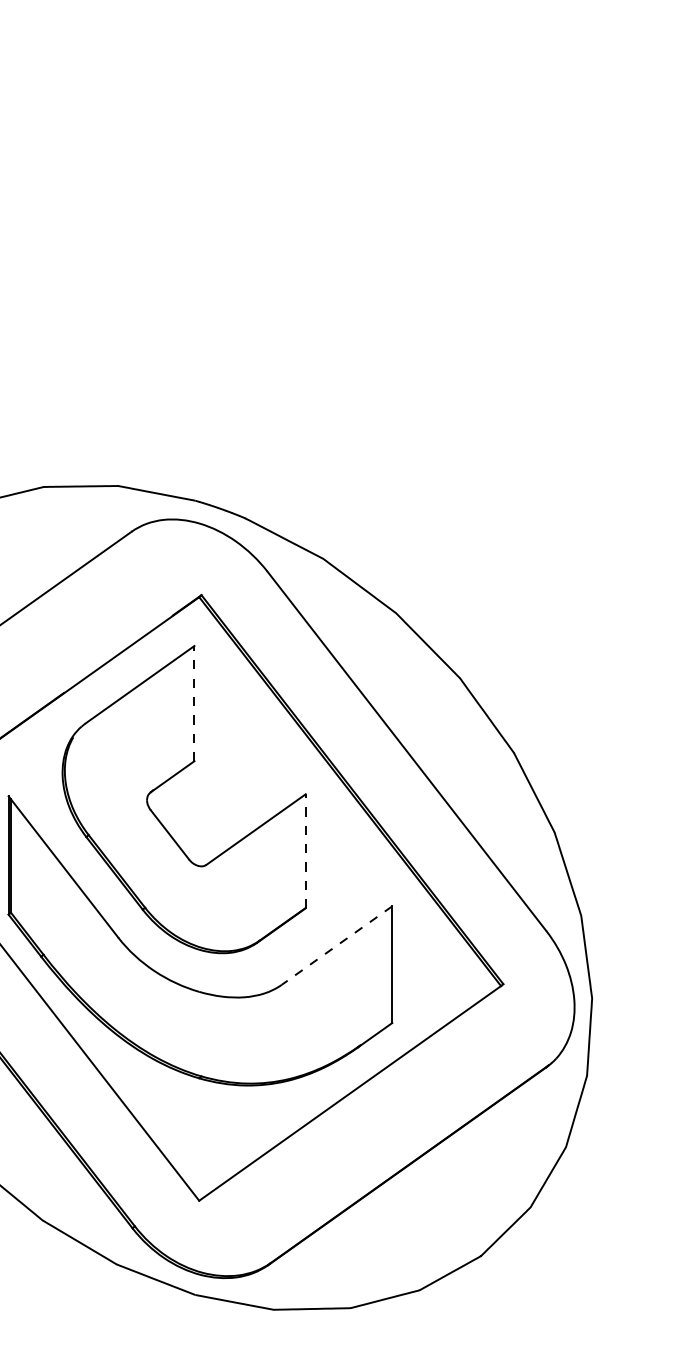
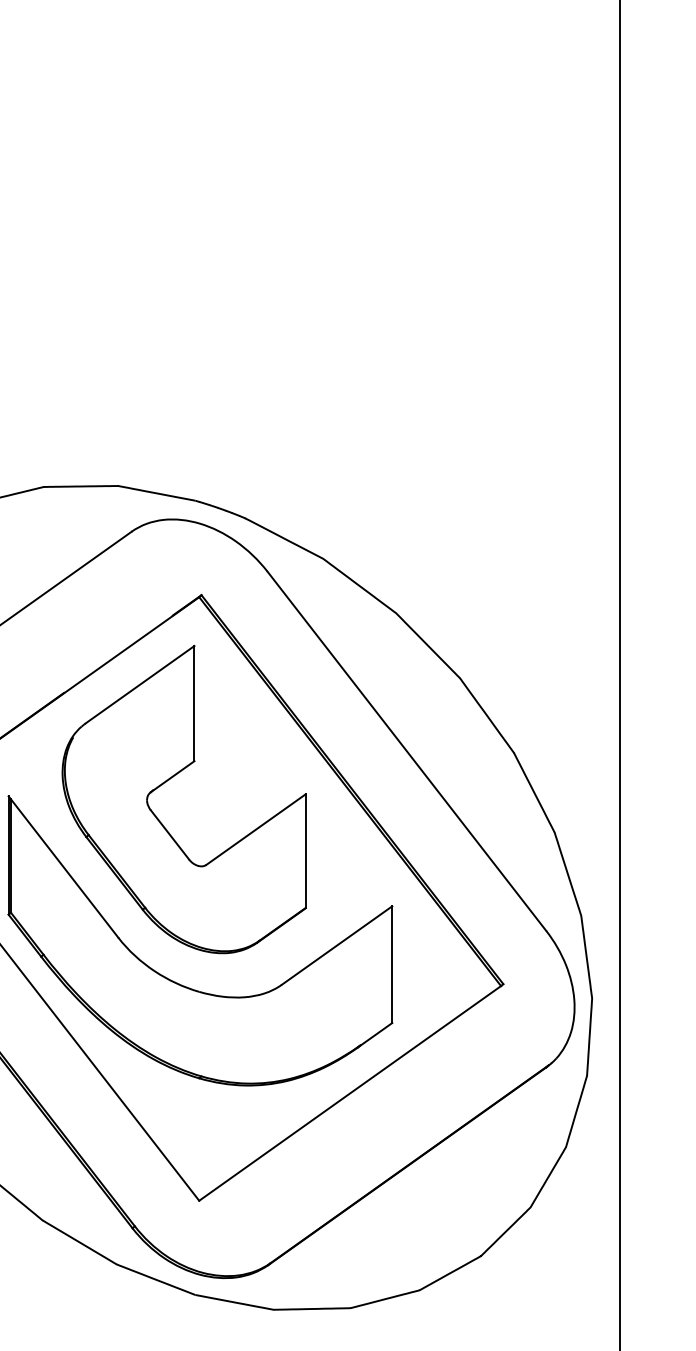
line at (620, 674): none -> present
line at (194, 703): dashed -> solid
line at (305, 850): dashed -> solid
line at (337, 945): dashed -> solid
